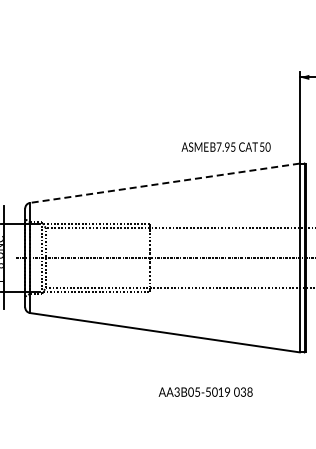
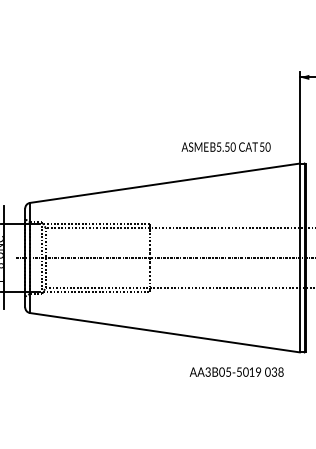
text at (225, 146): B7.95 -> B5.50
line at (164, 183): dashed -> solid
text at (205, 391) position: (205, 391) -> (236, 371)
